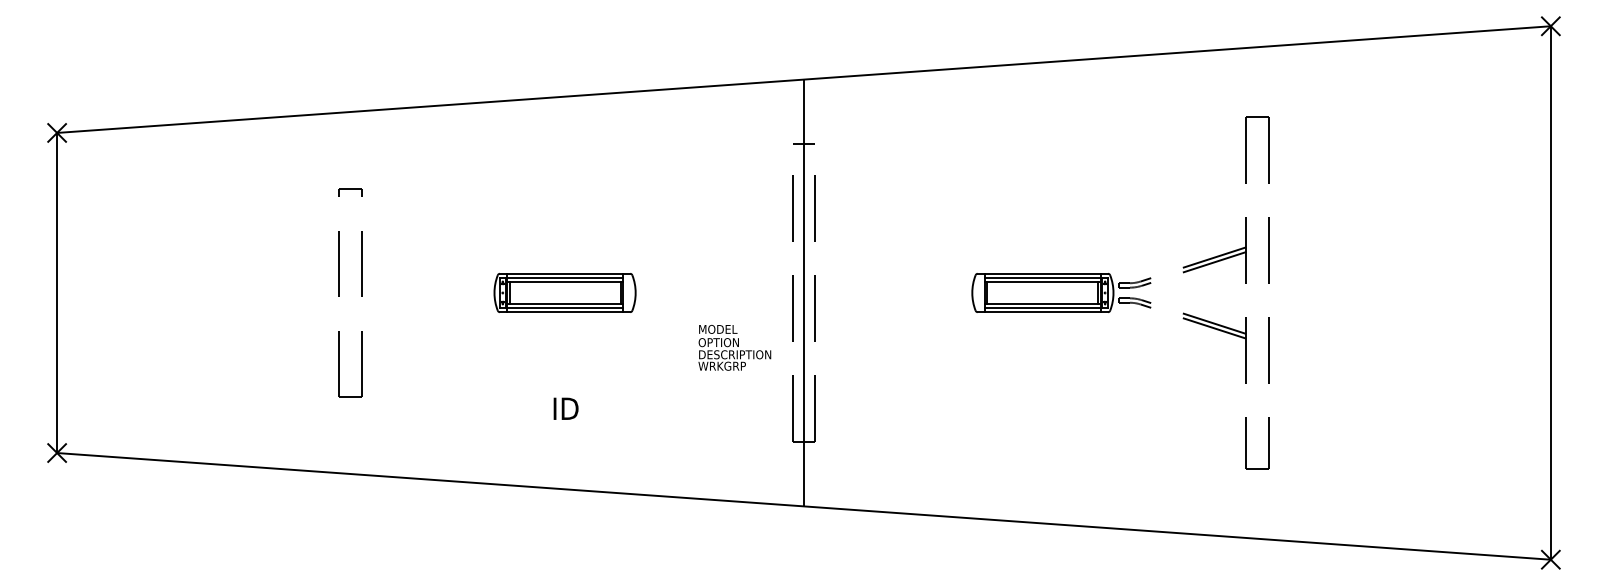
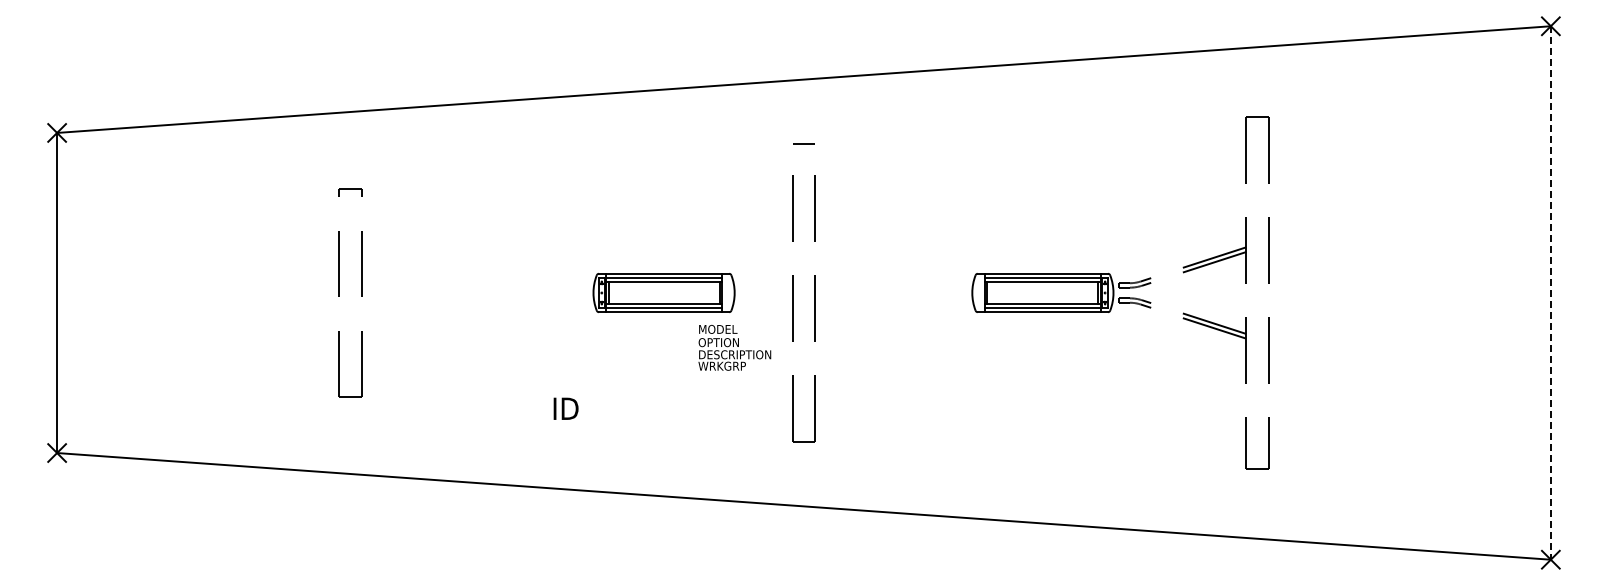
part at (564, 292) position: (564, 292) -> (663, 292)
line at (804, 292): present -> none
line at (1550, 293): solid -> dashed
